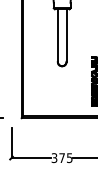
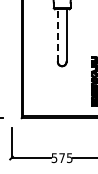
line at (57, 35): solid -> dashed
text at (54, 157): 375 -> 575
